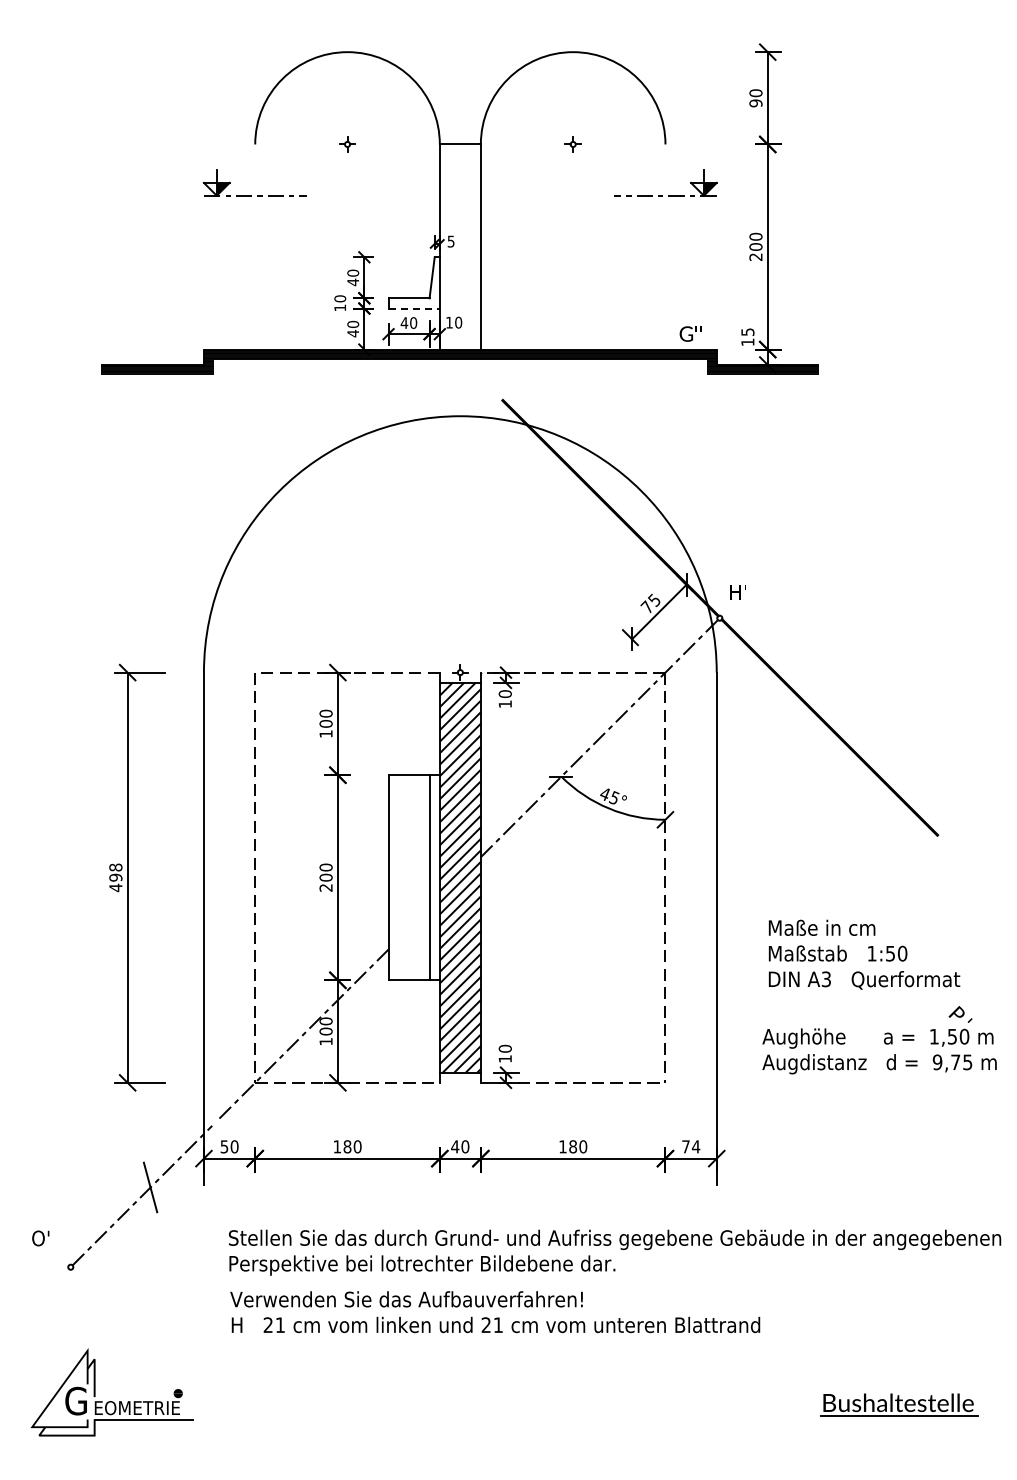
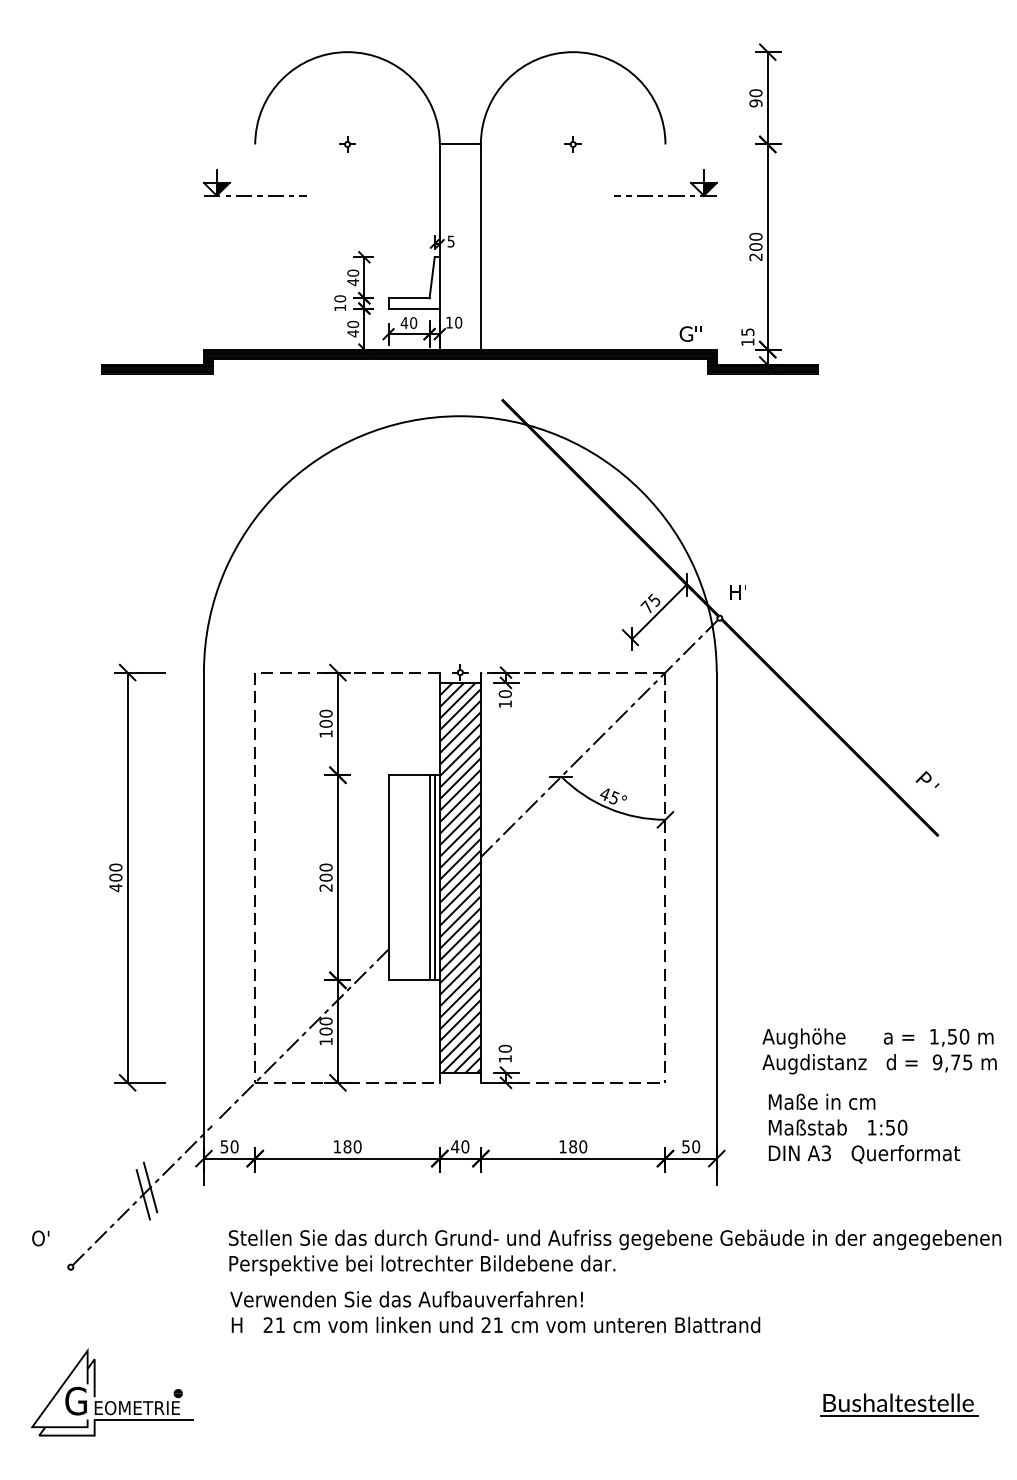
line at (414, 308): dashed -> solid
text at (115, 872): 498 -> 400
line at (434, 877): none -> present
text at (864, 954) position: (864, 954) -> (864, 1128)
text at (960, 1014) position: (960, 1014) -> (927, 779)
text at (691, 1146): 74 -> 50
line at (142, 1194): none -> present
